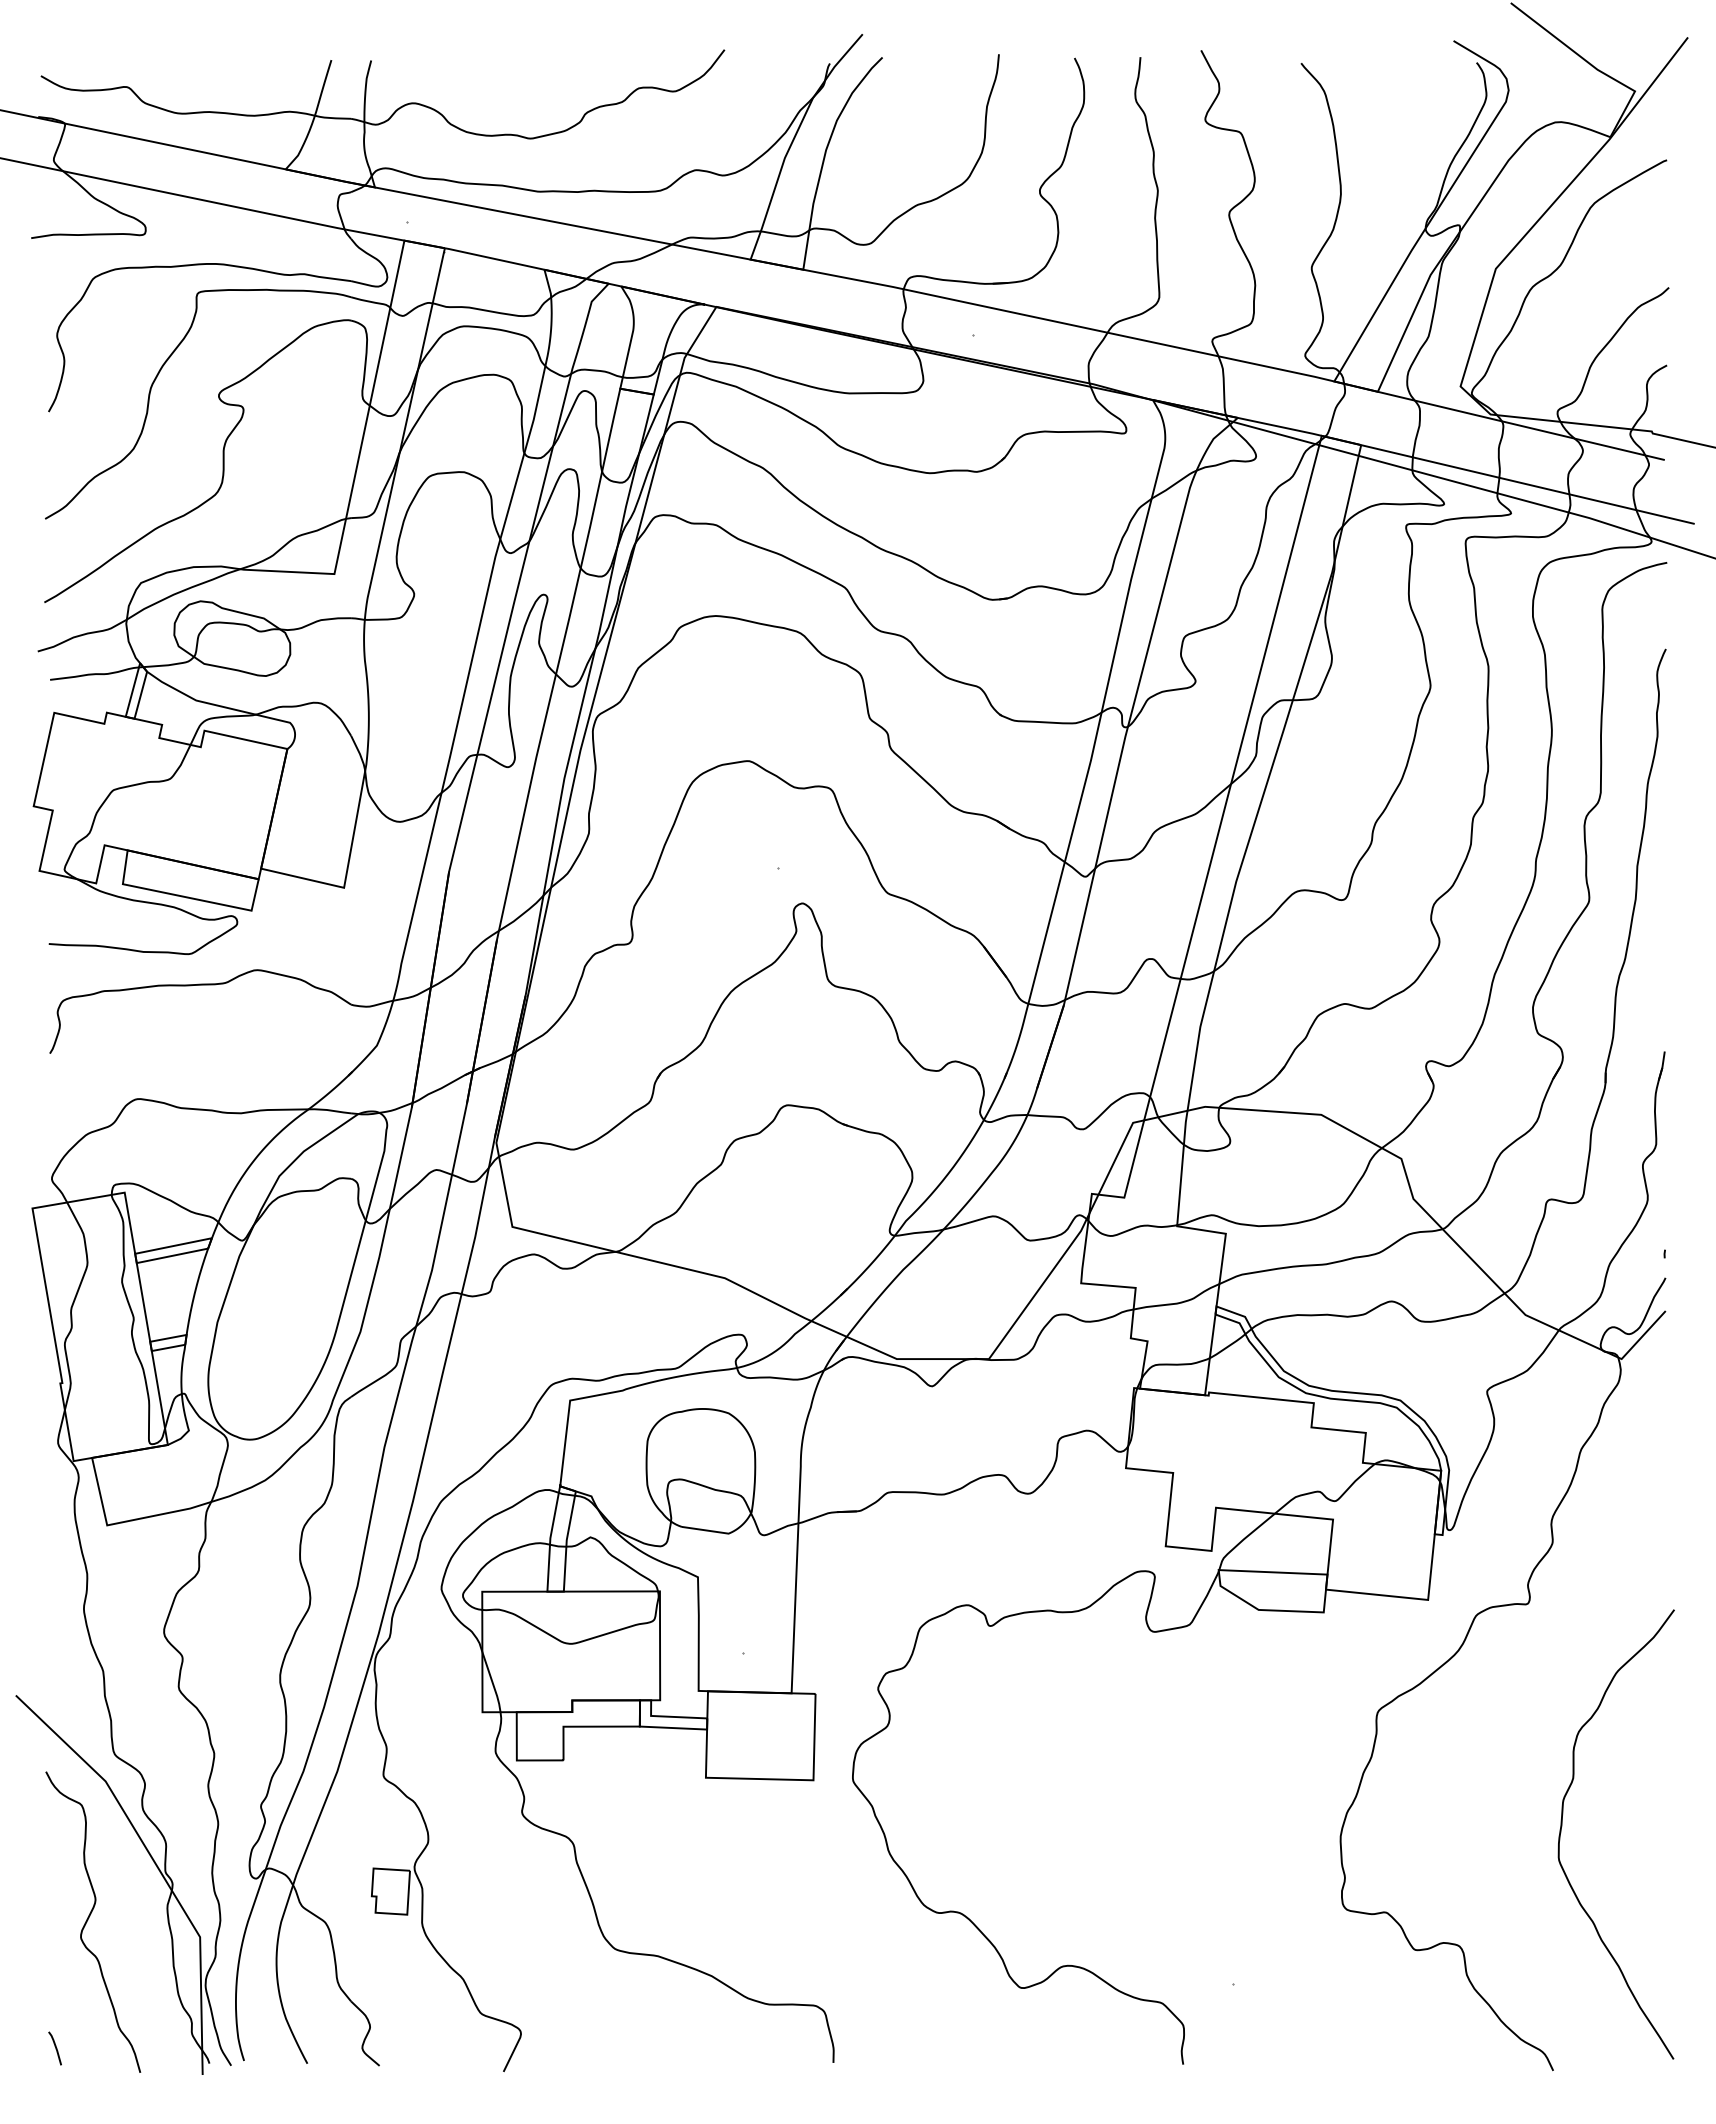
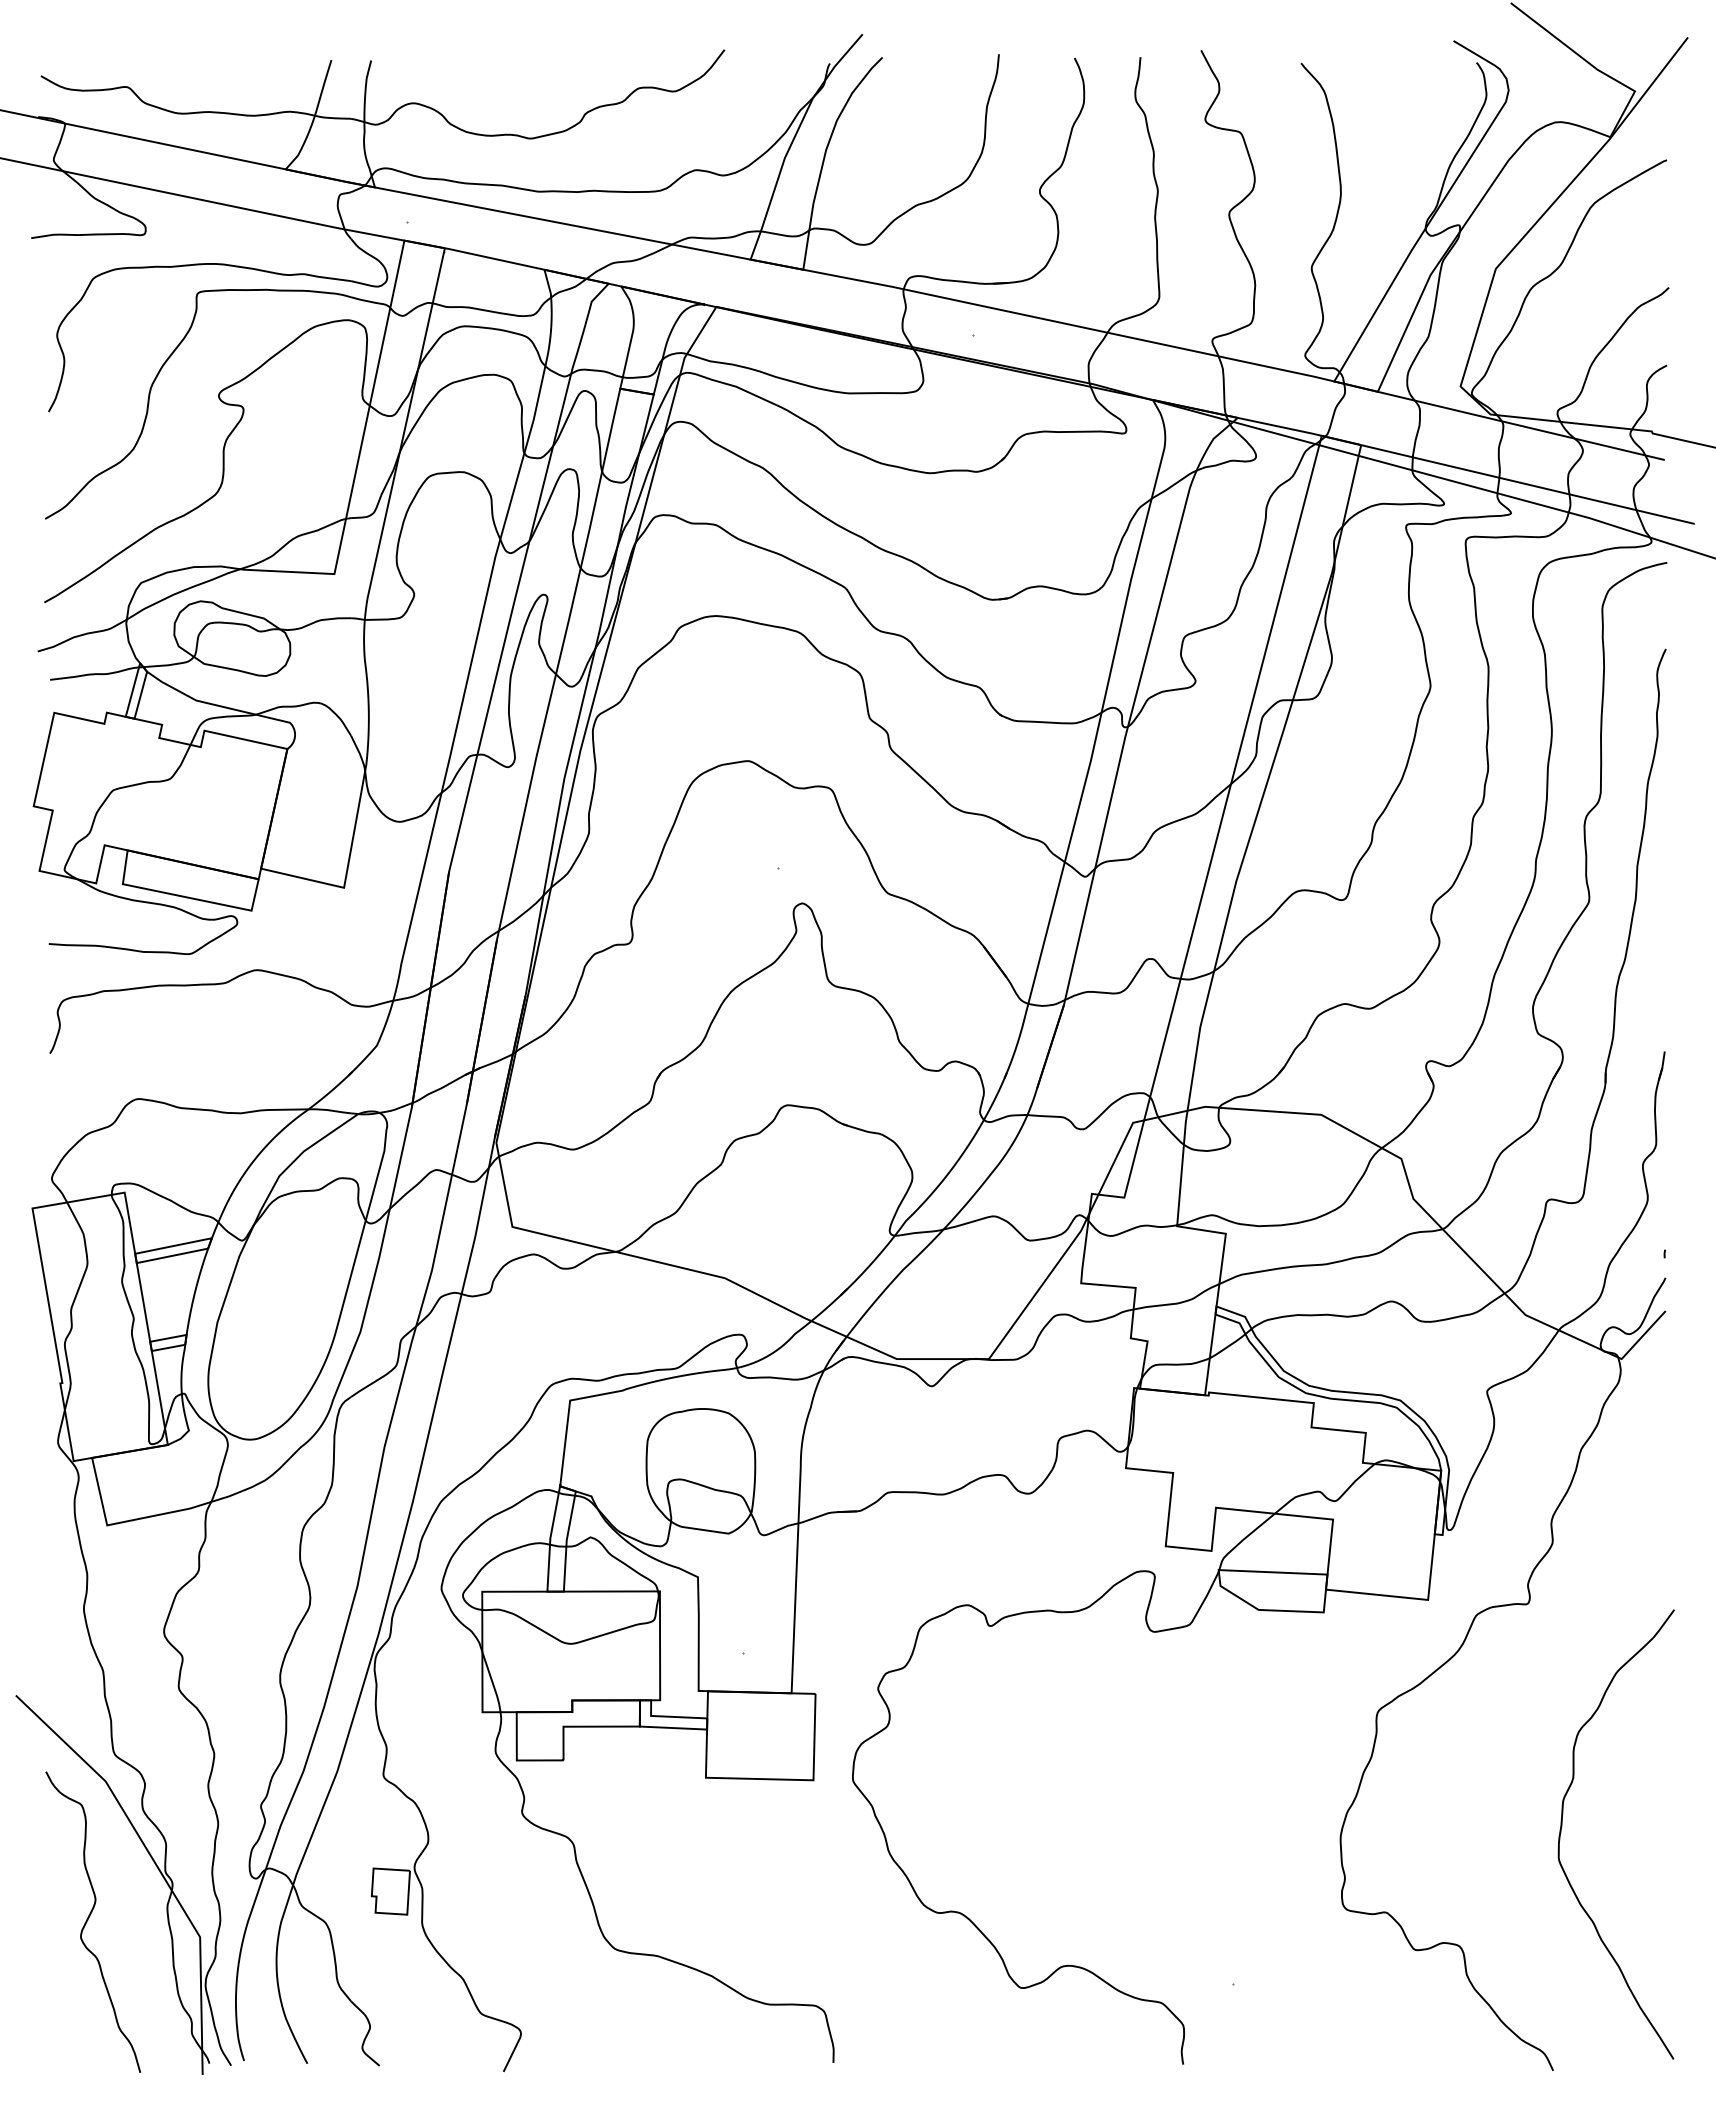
line at (55, 2048): present -> none
